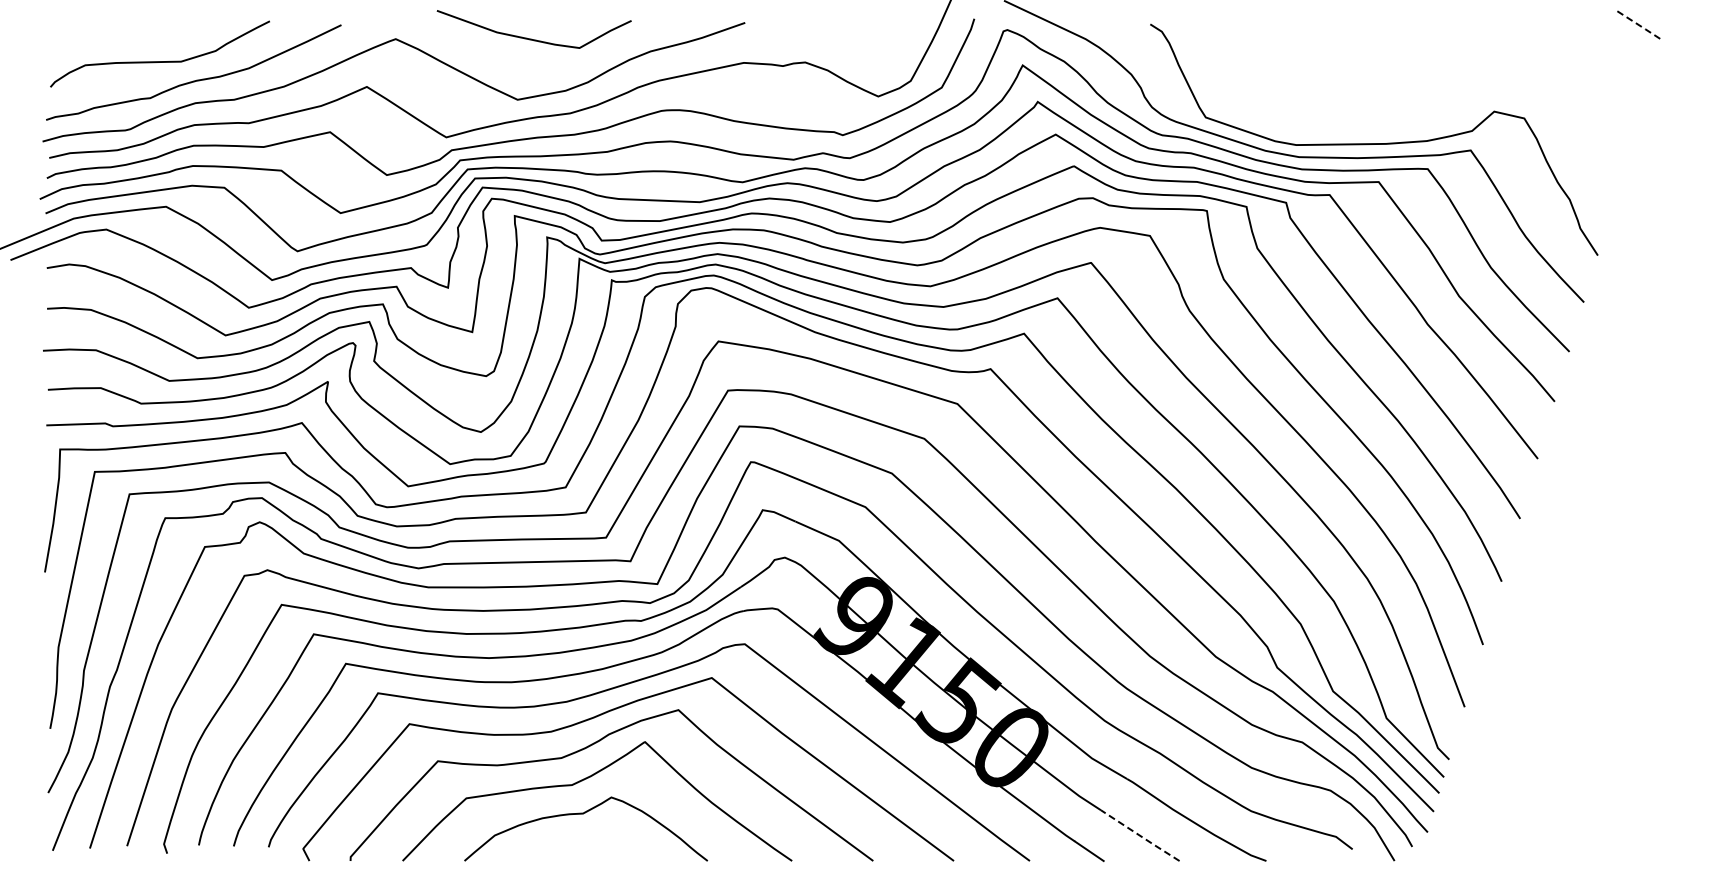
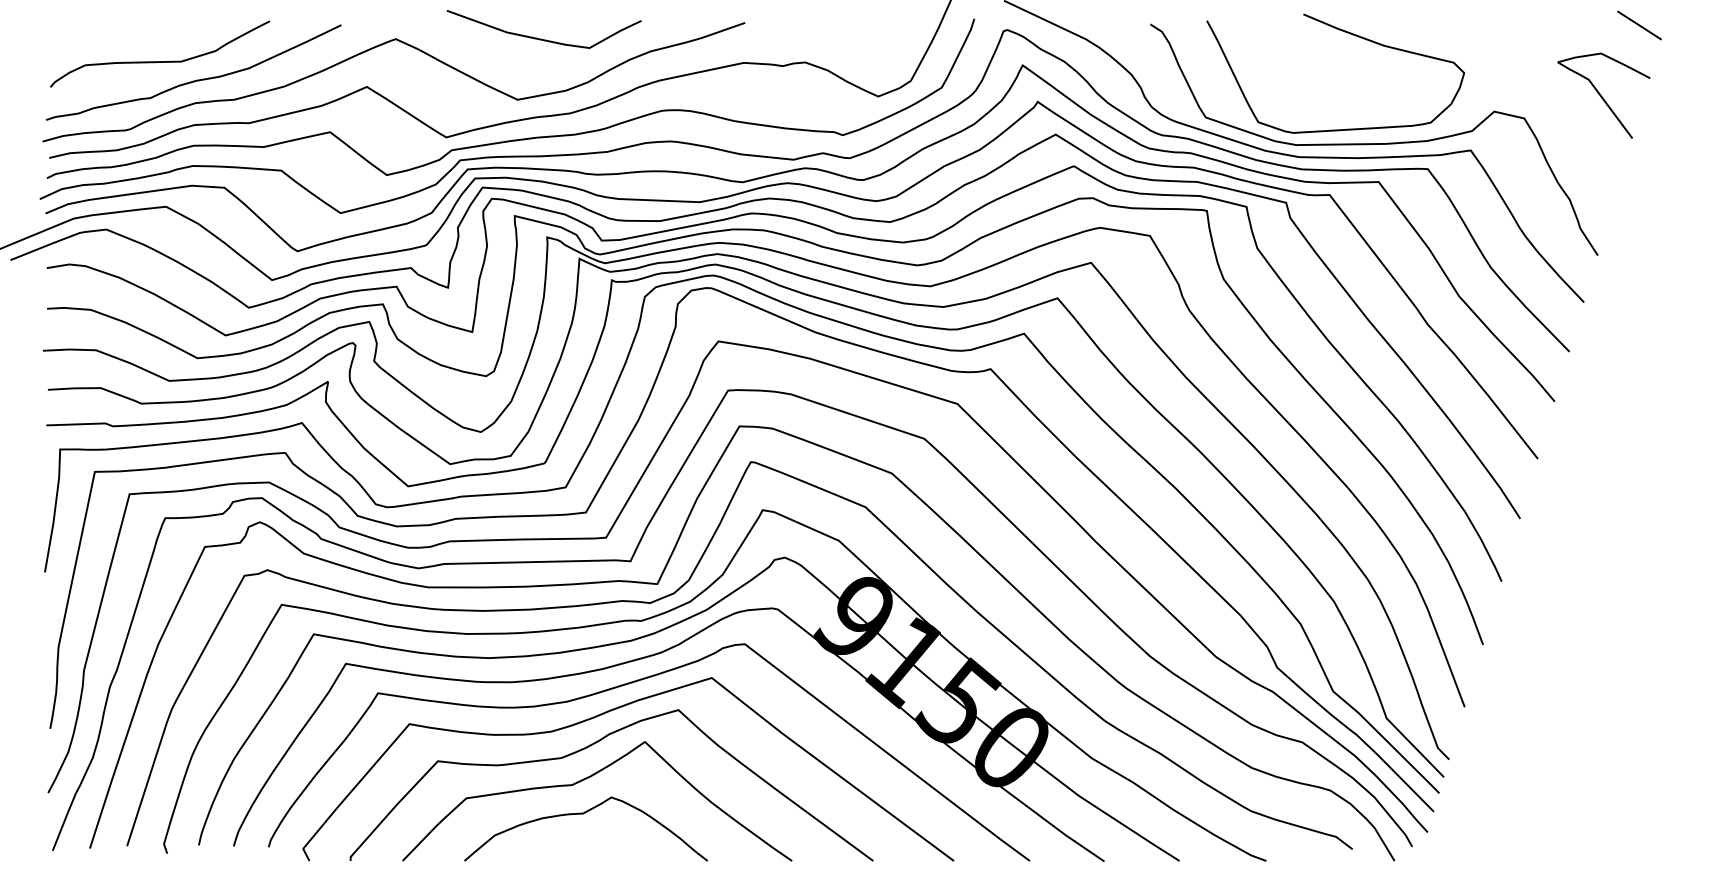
line at (1640, 26): dashed -> solid
curve at (1352, 35): none -> present
curve at (531, 38) position: (531, 38) -> (541, 38)
curve at (1602, 96): none -> present
line at (1140, 835): dashed -> solid
